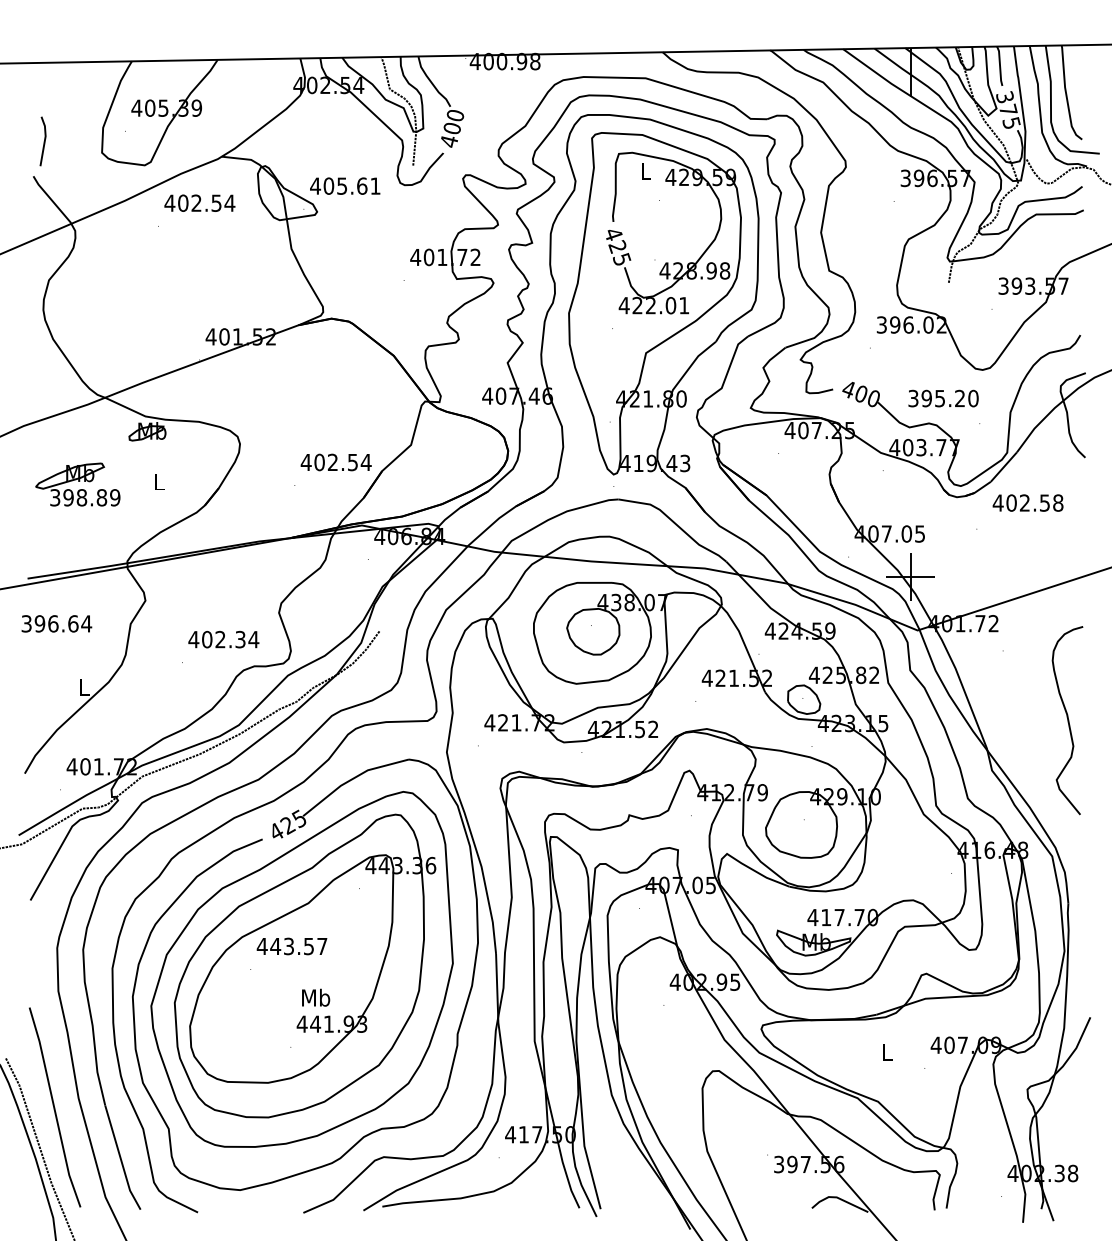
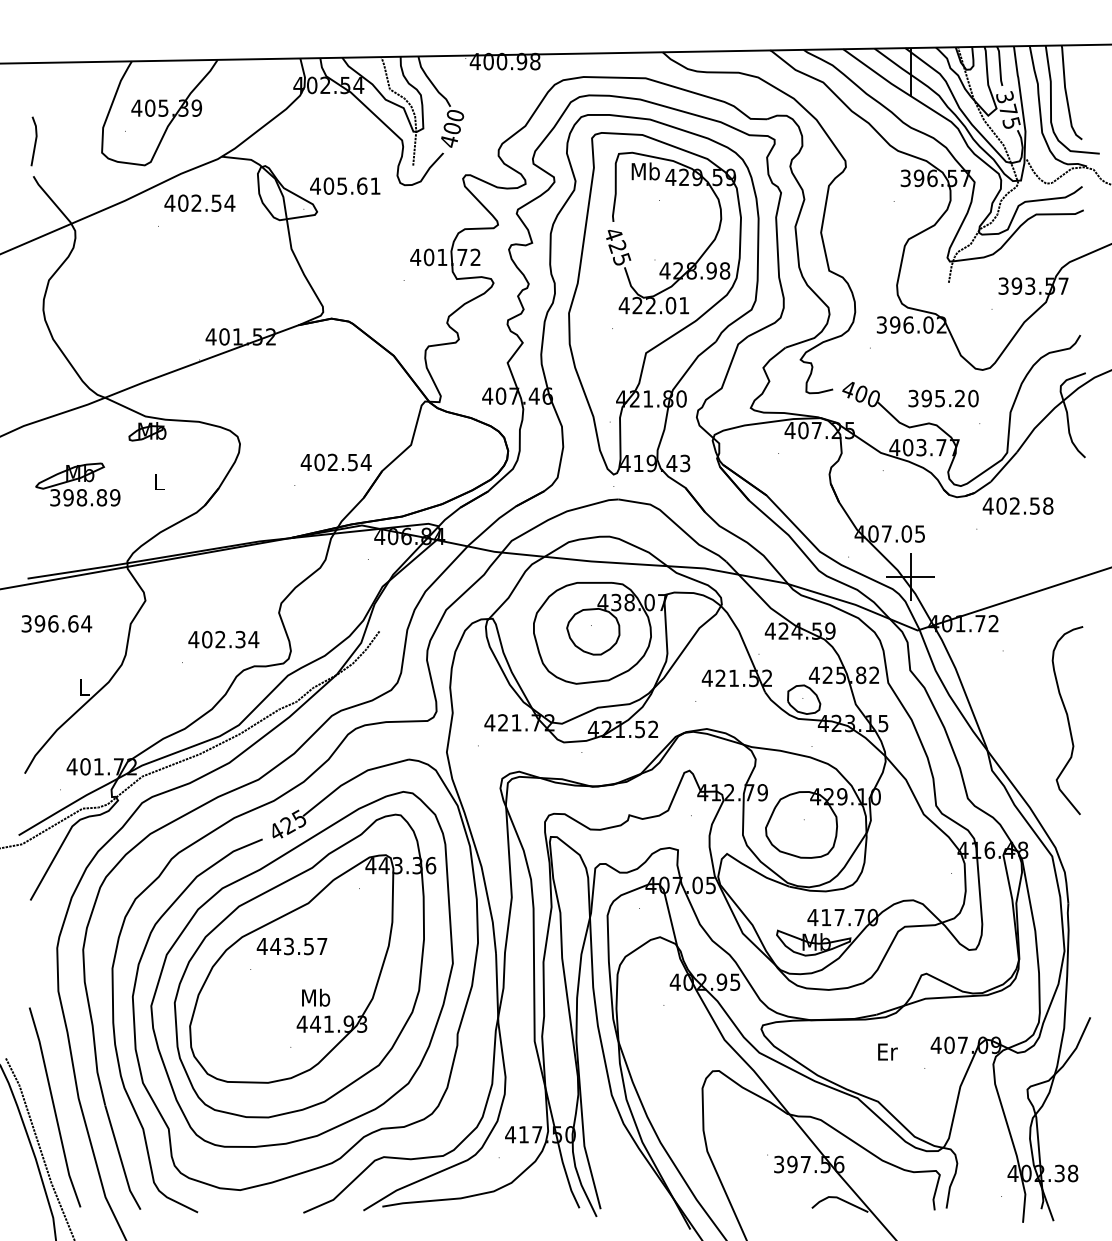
line at (43, 141) position: (43, 141) -> (34, 141)
text at (645, 171): L -> Mb
text at (1027, 502) position: (1027, 502) -> (1017, 505)
text at (887, 1051): L -> Er
